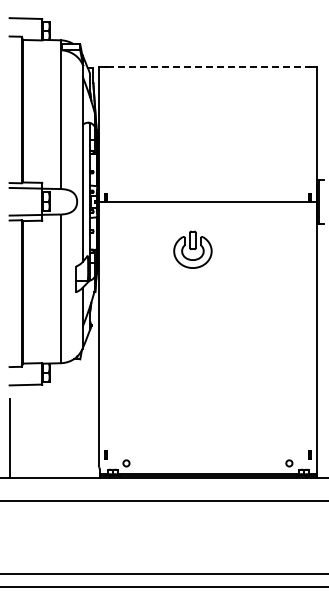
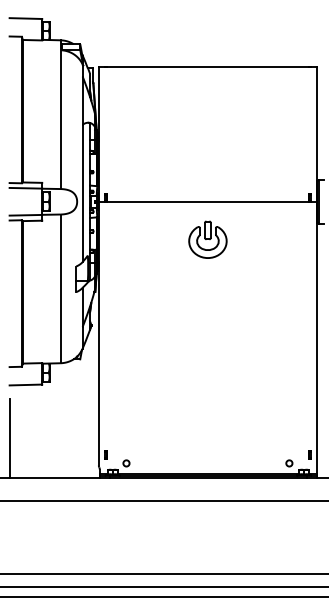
line at (208, 66): dashed -> solid
part at (192, 249) position: (192, 249) -> (207, 239)
line at (163, 596): none -> present
